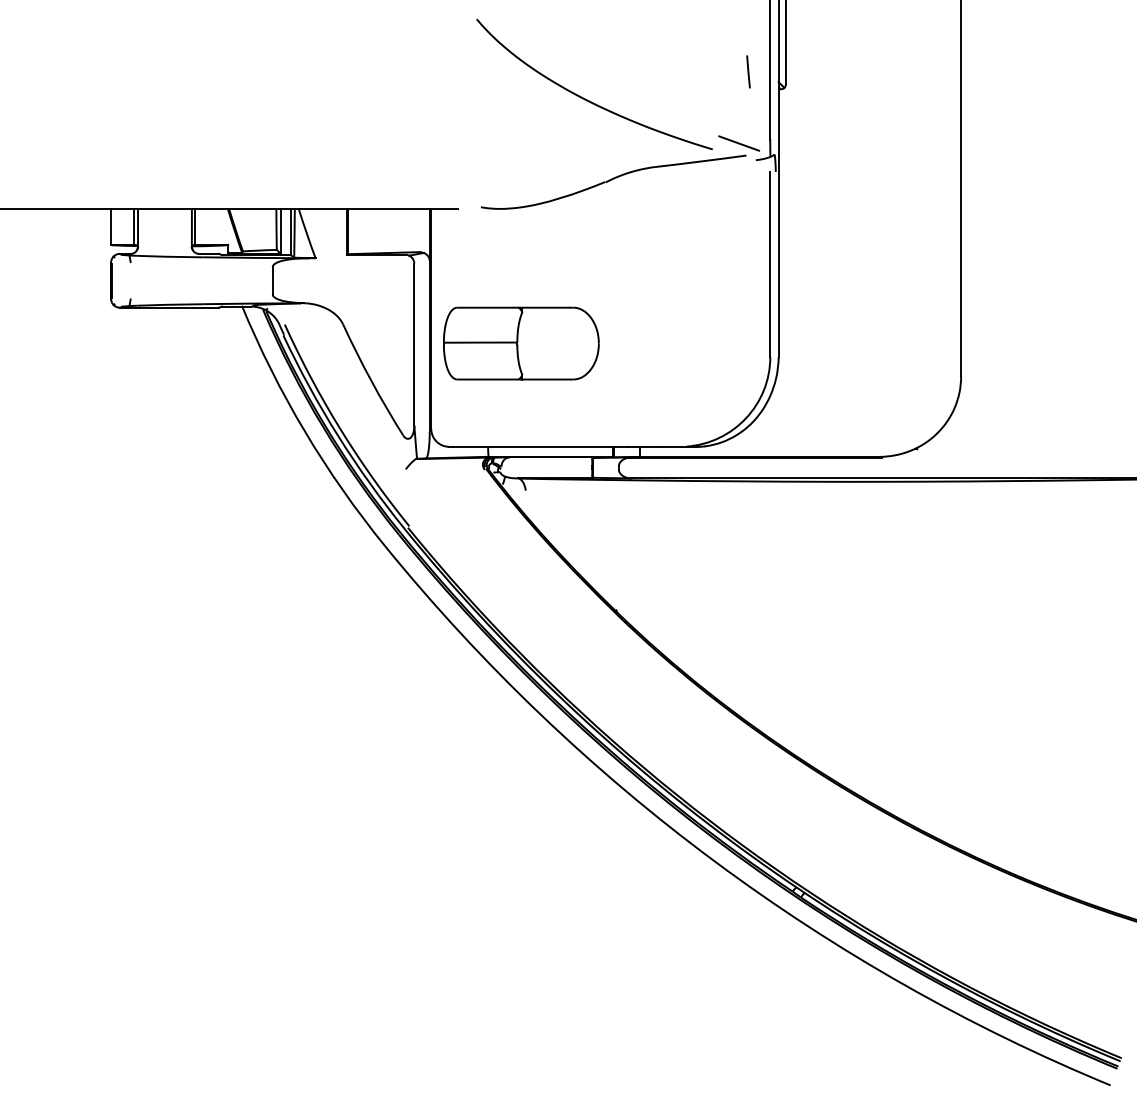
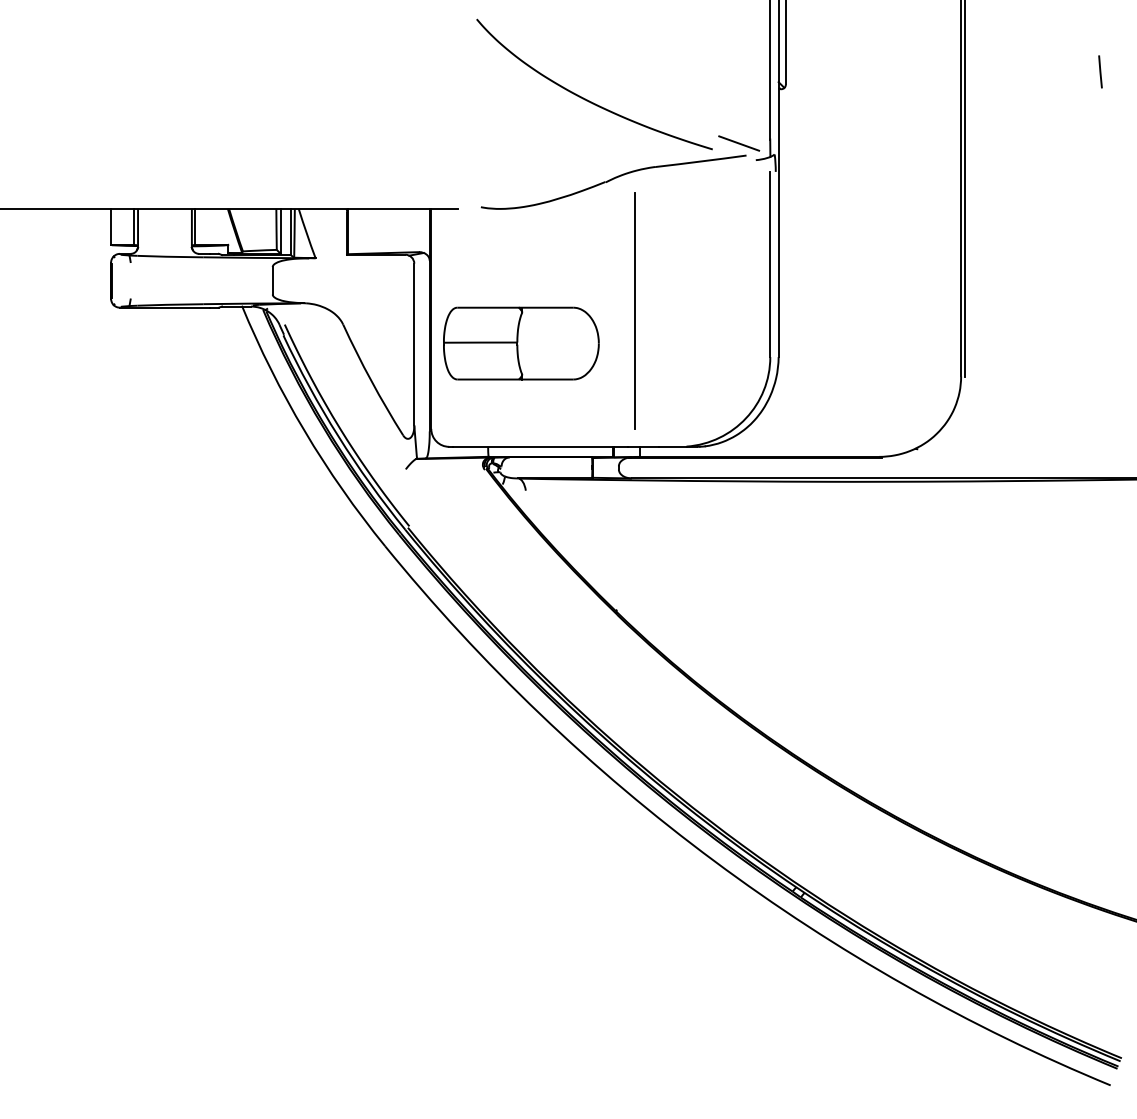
line at (748, 71) position: (748, 71) -> (1100, 71)
line at (965, 189): none -> present
line at (634, 310): none -> present
